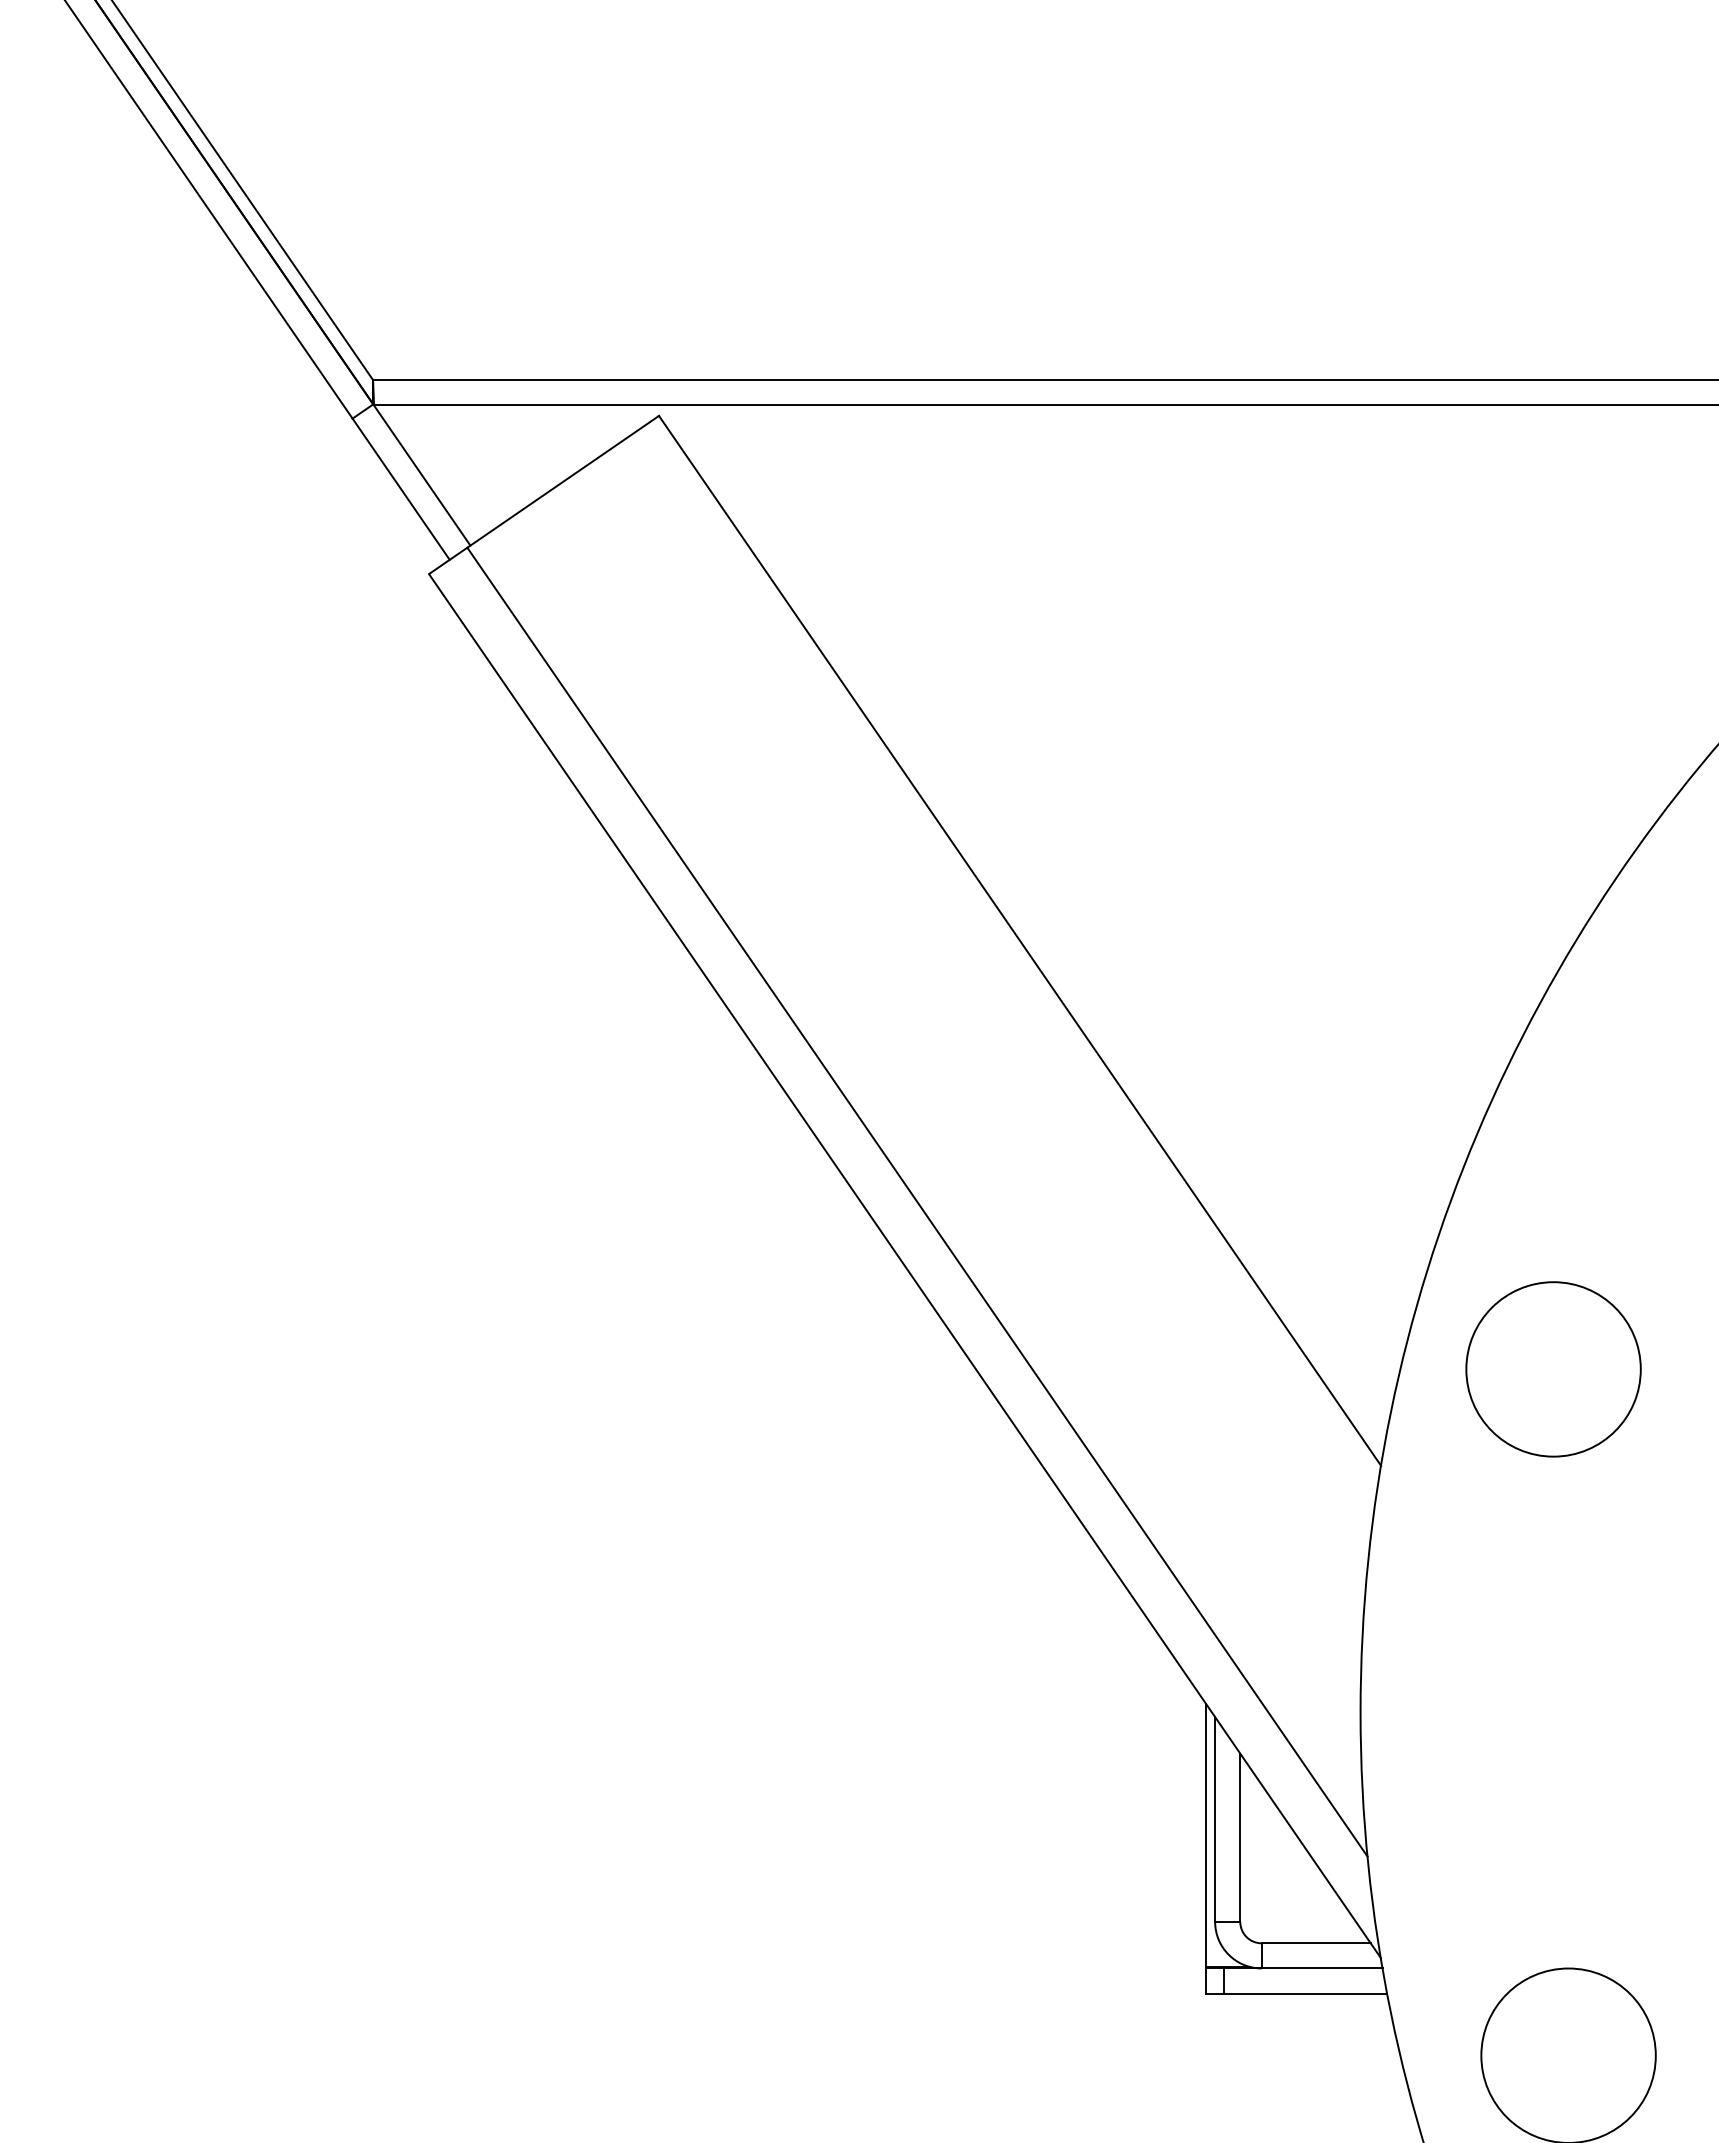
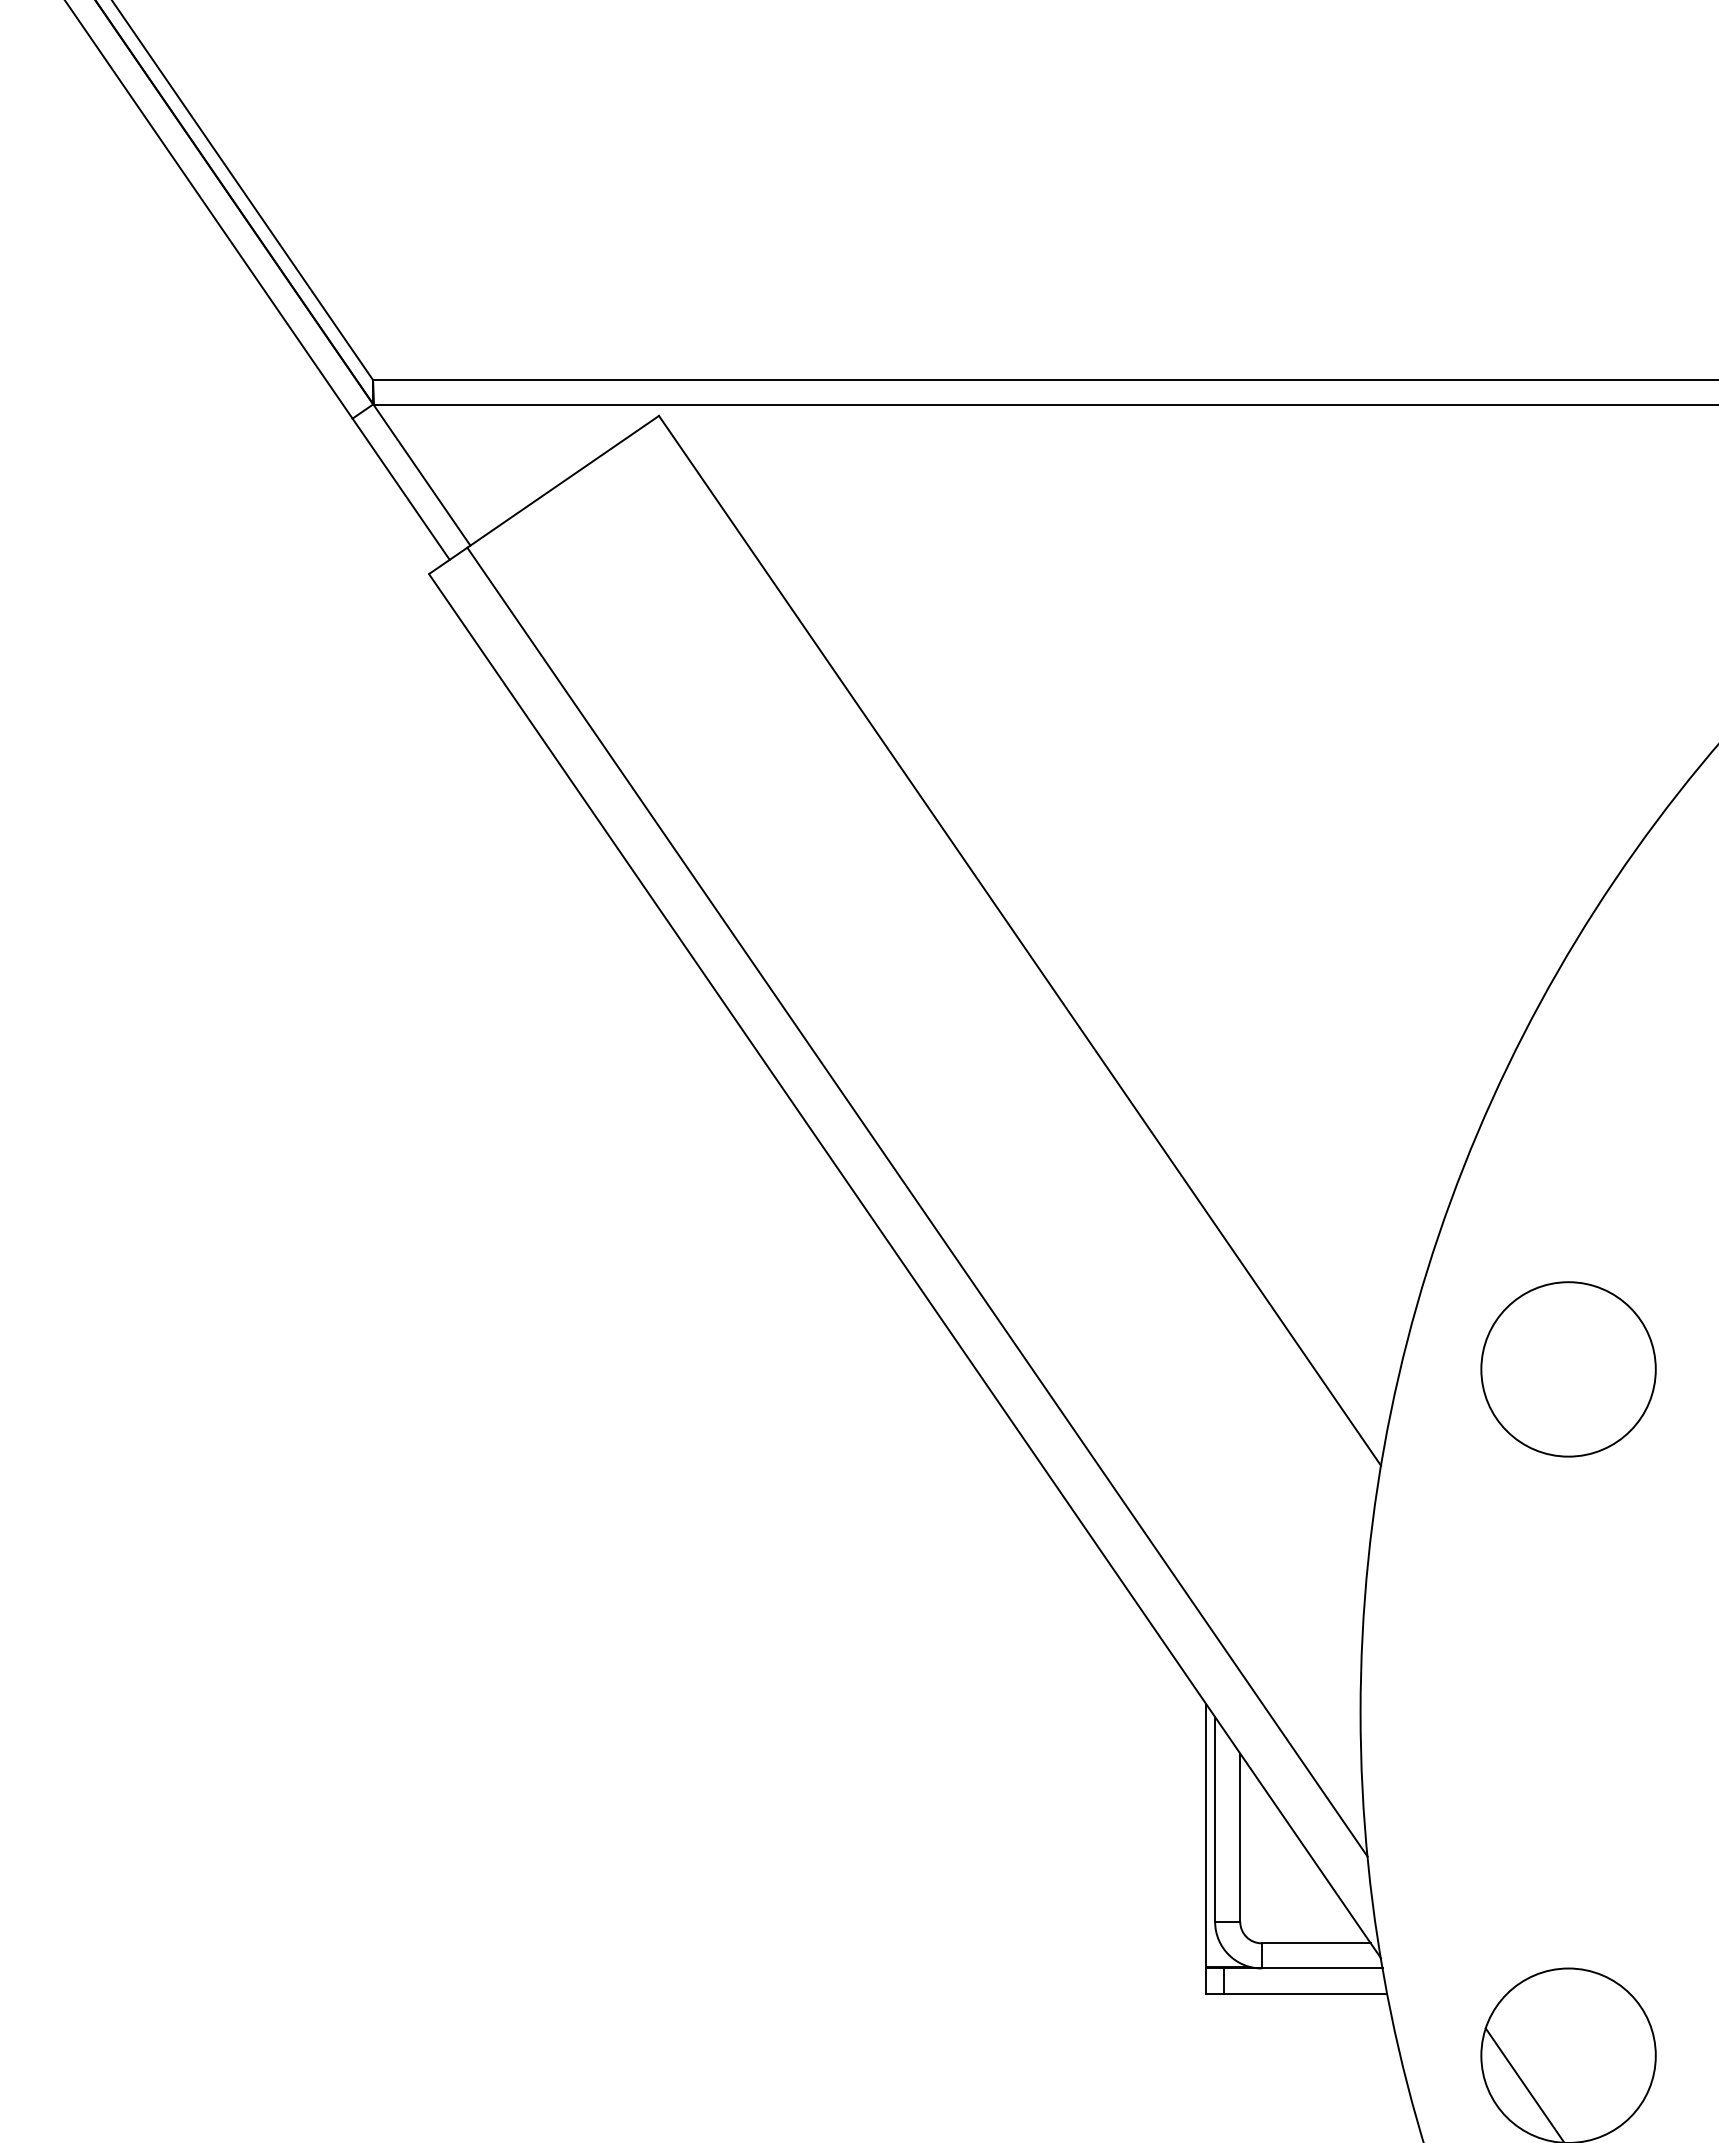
circle at (1553, 1369) position: (1553, 1369) -> (1568, 1369)
line at (1523, 2083): none -> present
